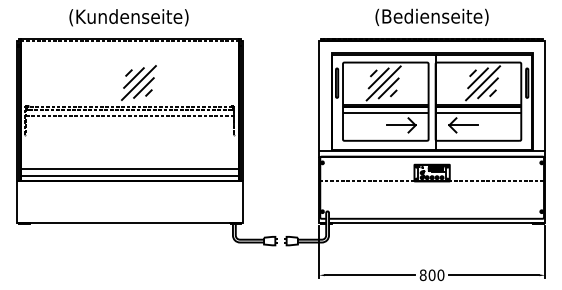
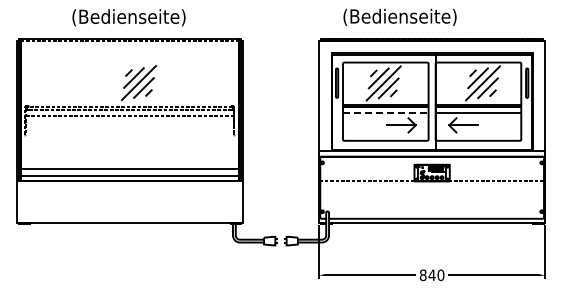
text at (431, 16) position: (431, 16) -> (399, 16)
text at (128, 17): (Kundenseite) -> (Bedienseite)
line at (385, 113): solid -> dashed
text at (431, 275): 800 -> 840
